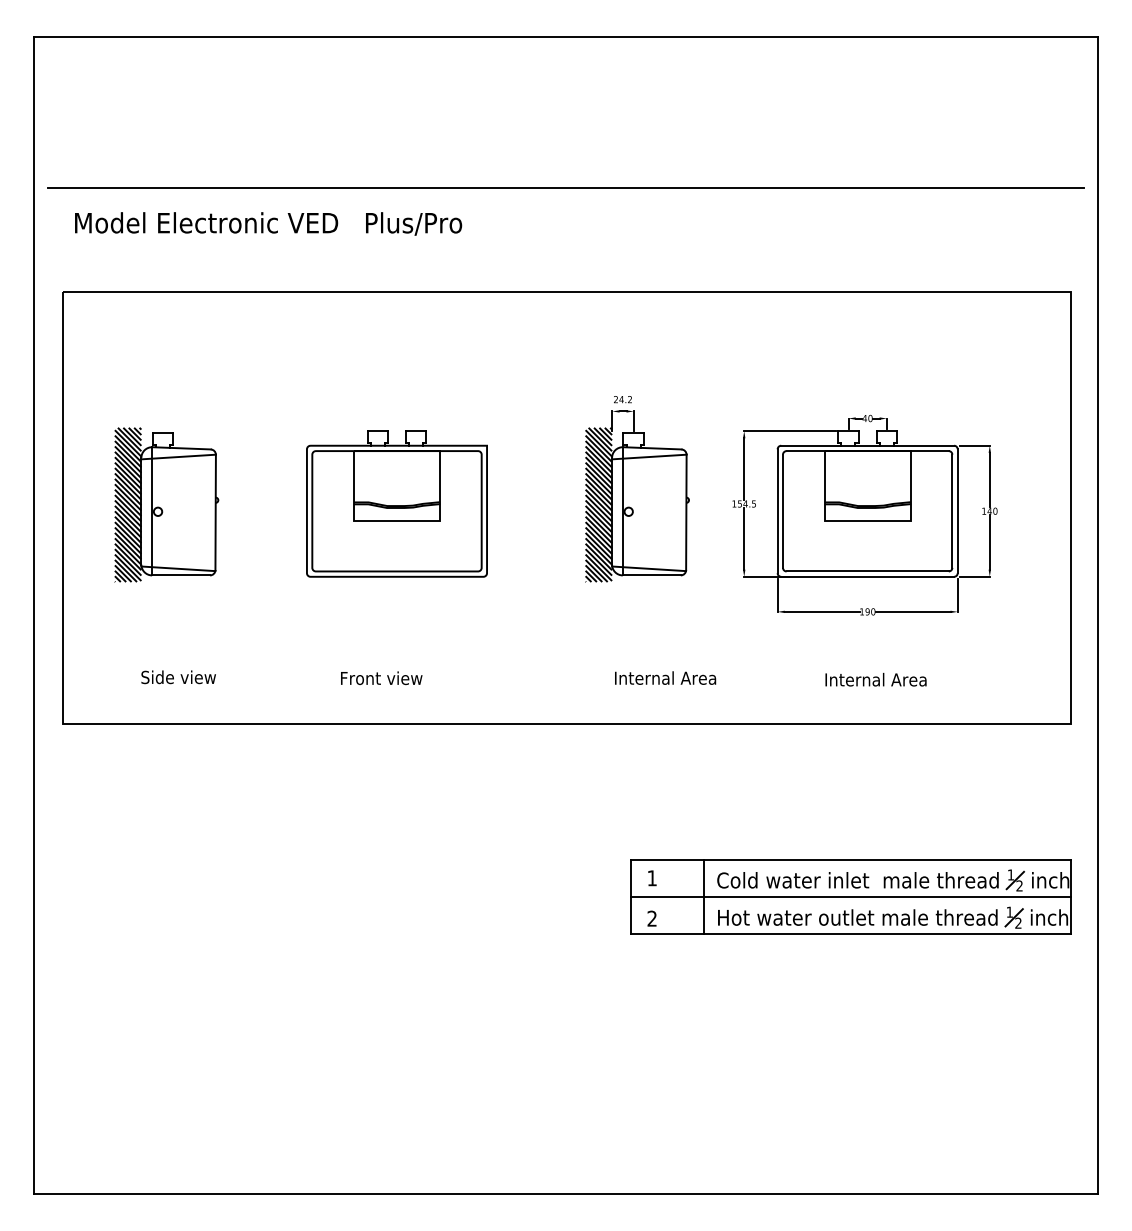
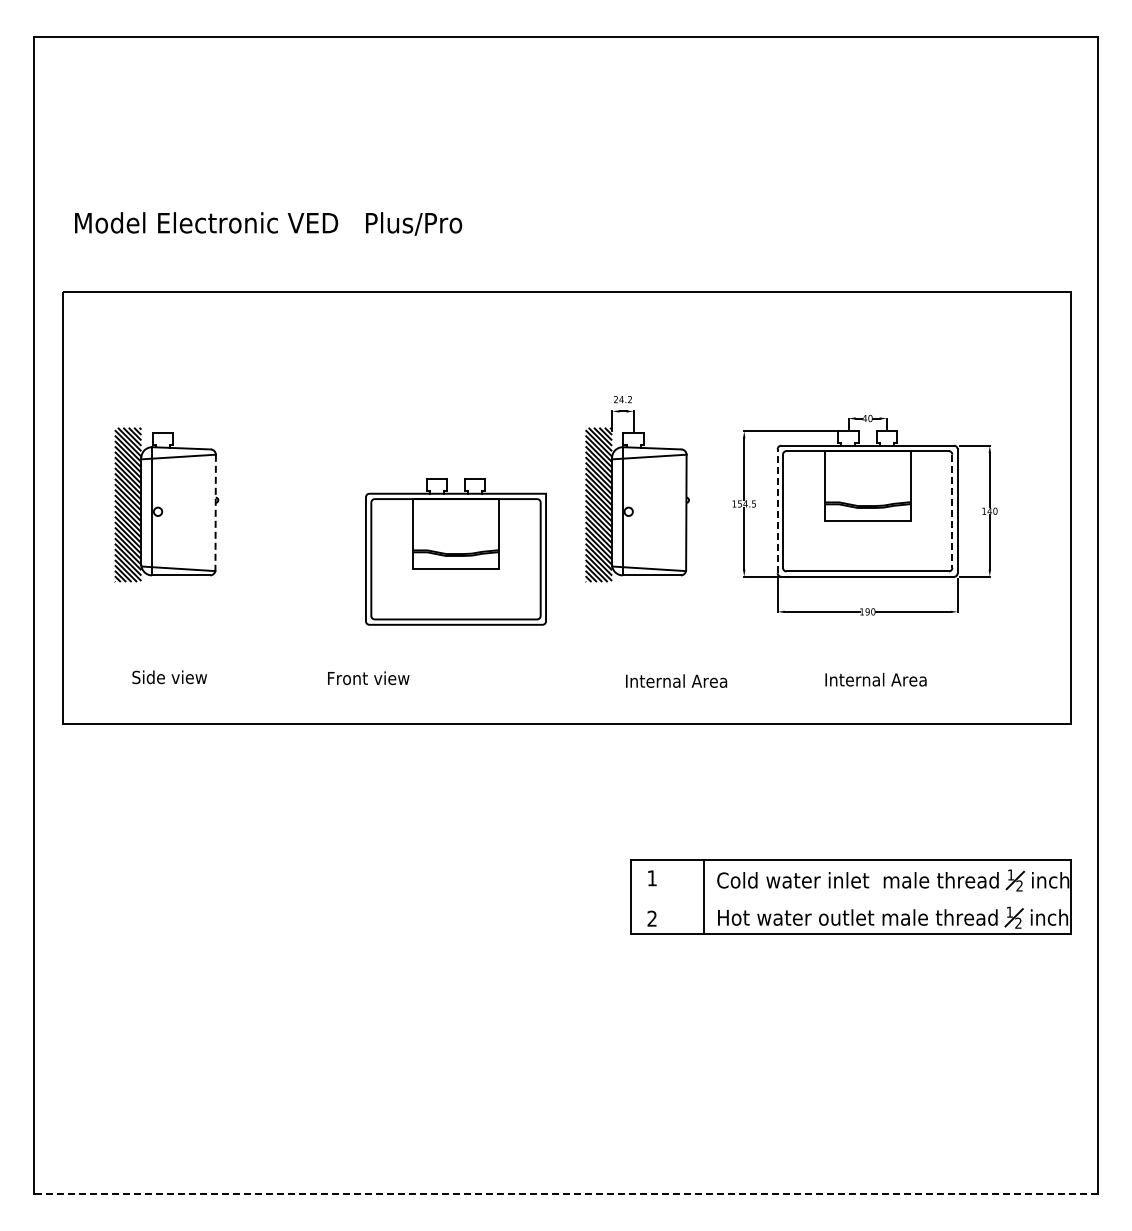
line at (565, 188): present -> none
part at (396, 503) position: (396, 503) -> (455, 551)
line at (777, 511): solid -> dashed
line at (952, 511): solid -> dashed
line at (215, 512): solid -> dashed
text at (178, 677) position: (178, 677) -> (169, 677)
text at (665, 677) position: (665, 677) -> (676, 680)
text at (381, 678) position: (381, 678) -> (368, 678)
line at (850, 896): present -> none
line at (565, 1194): solid -> dashed
